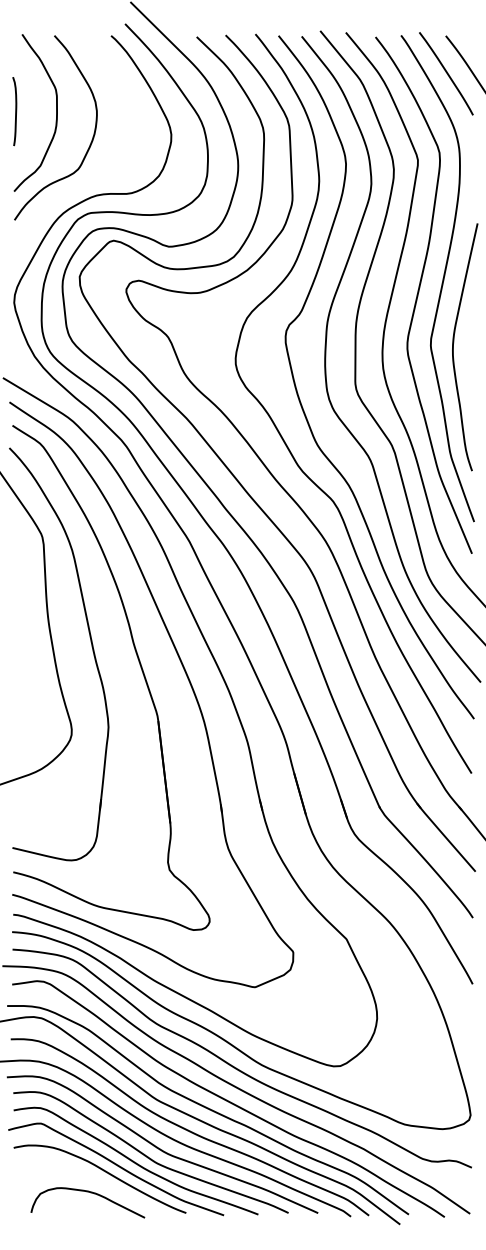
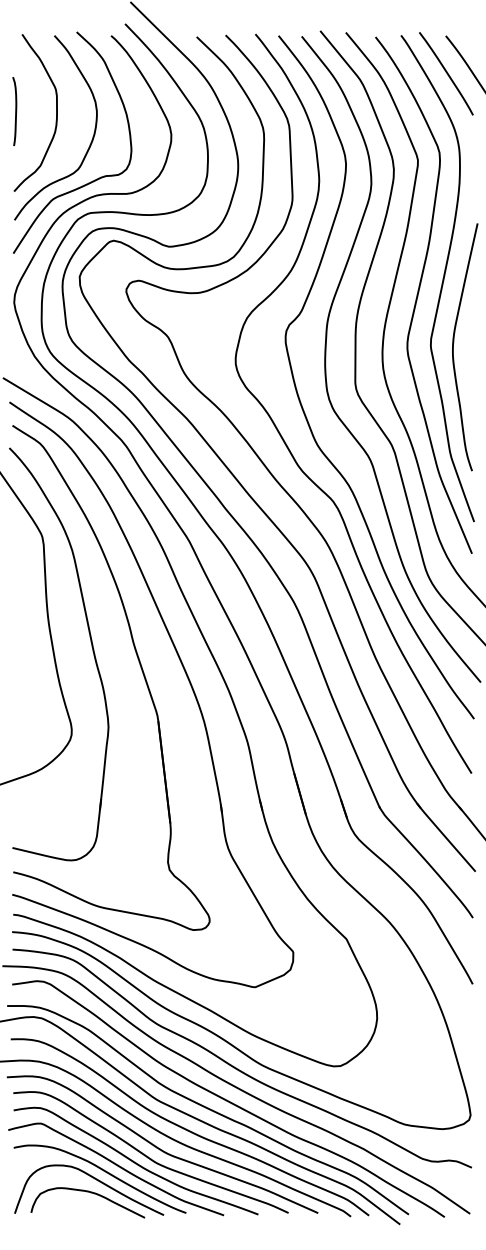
curve at (92, 180): none -> present
curve at (94, 1179): none -> present
